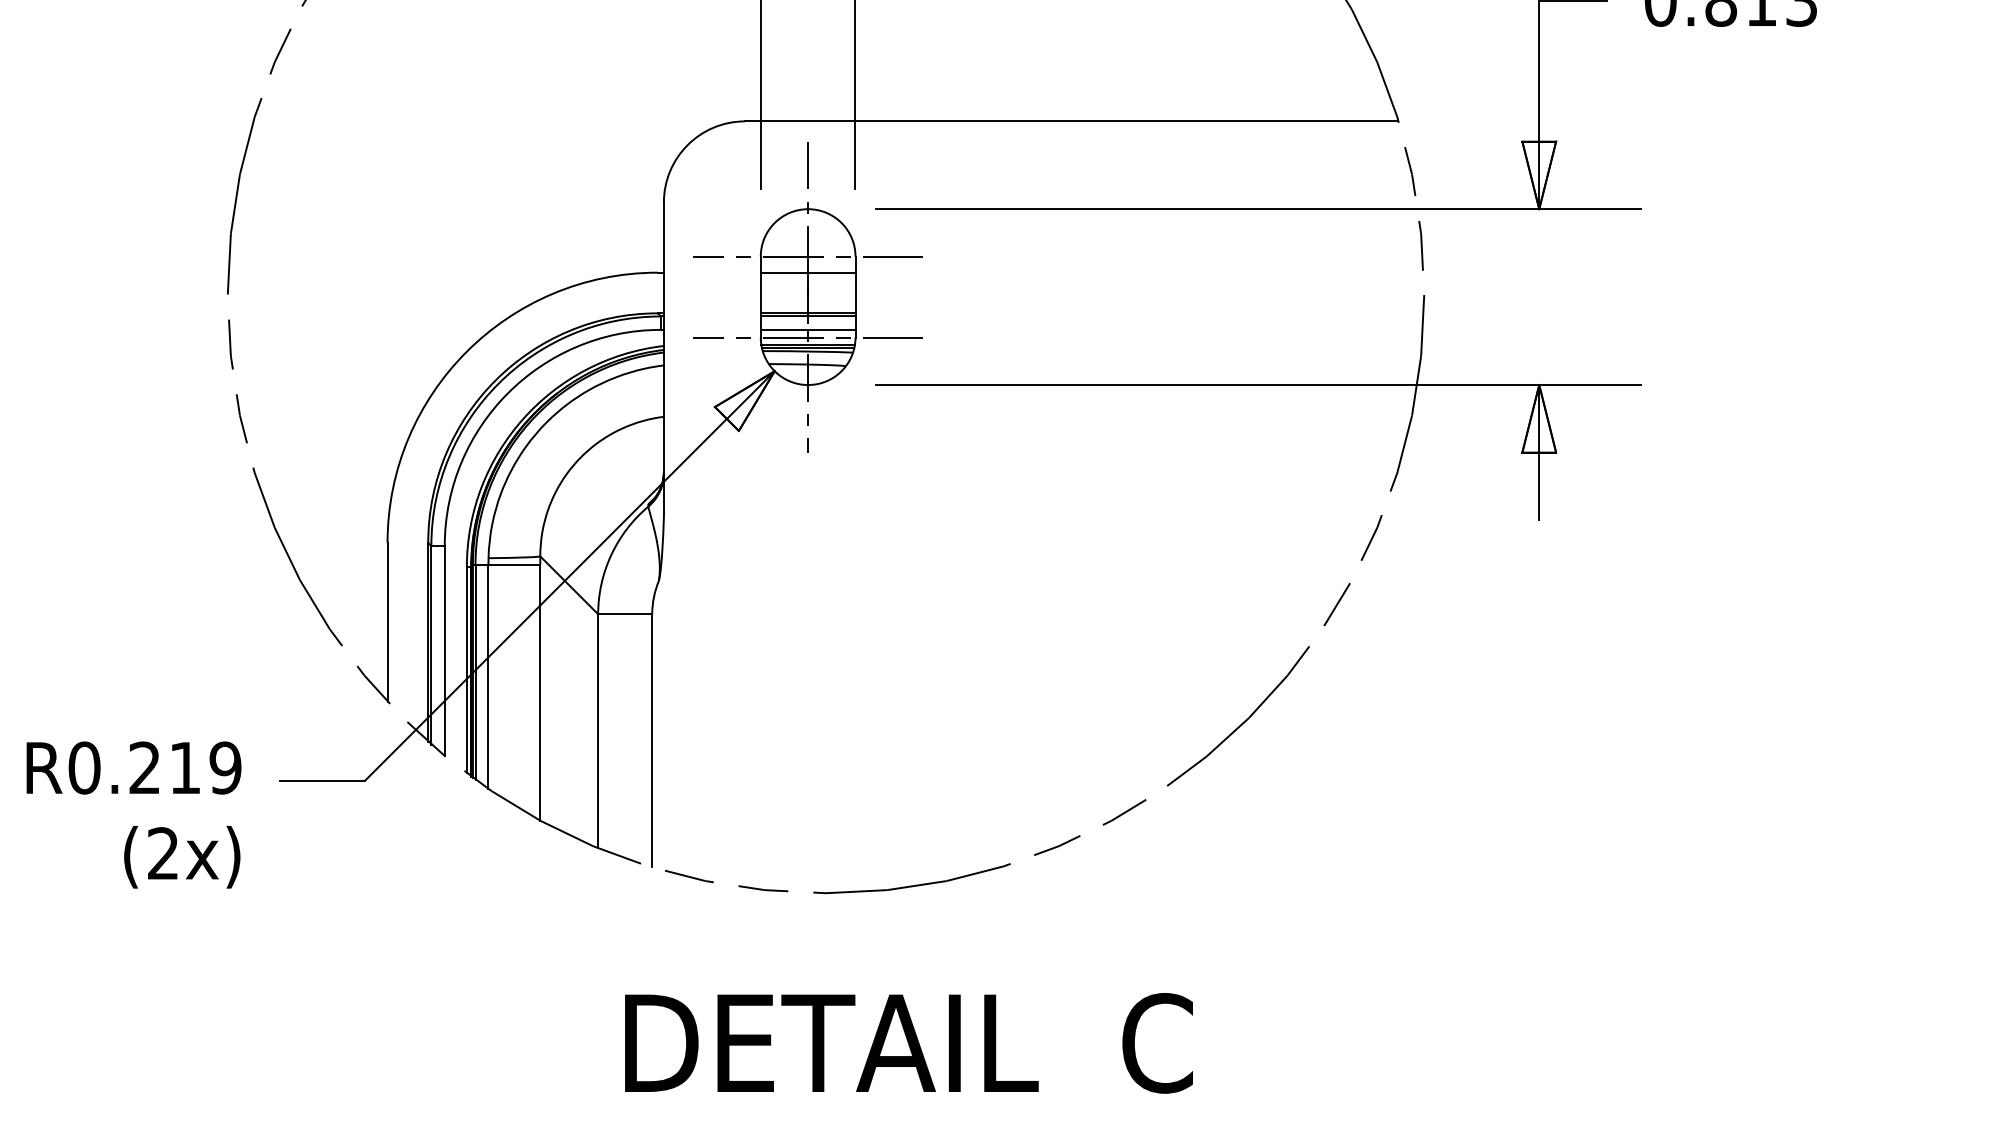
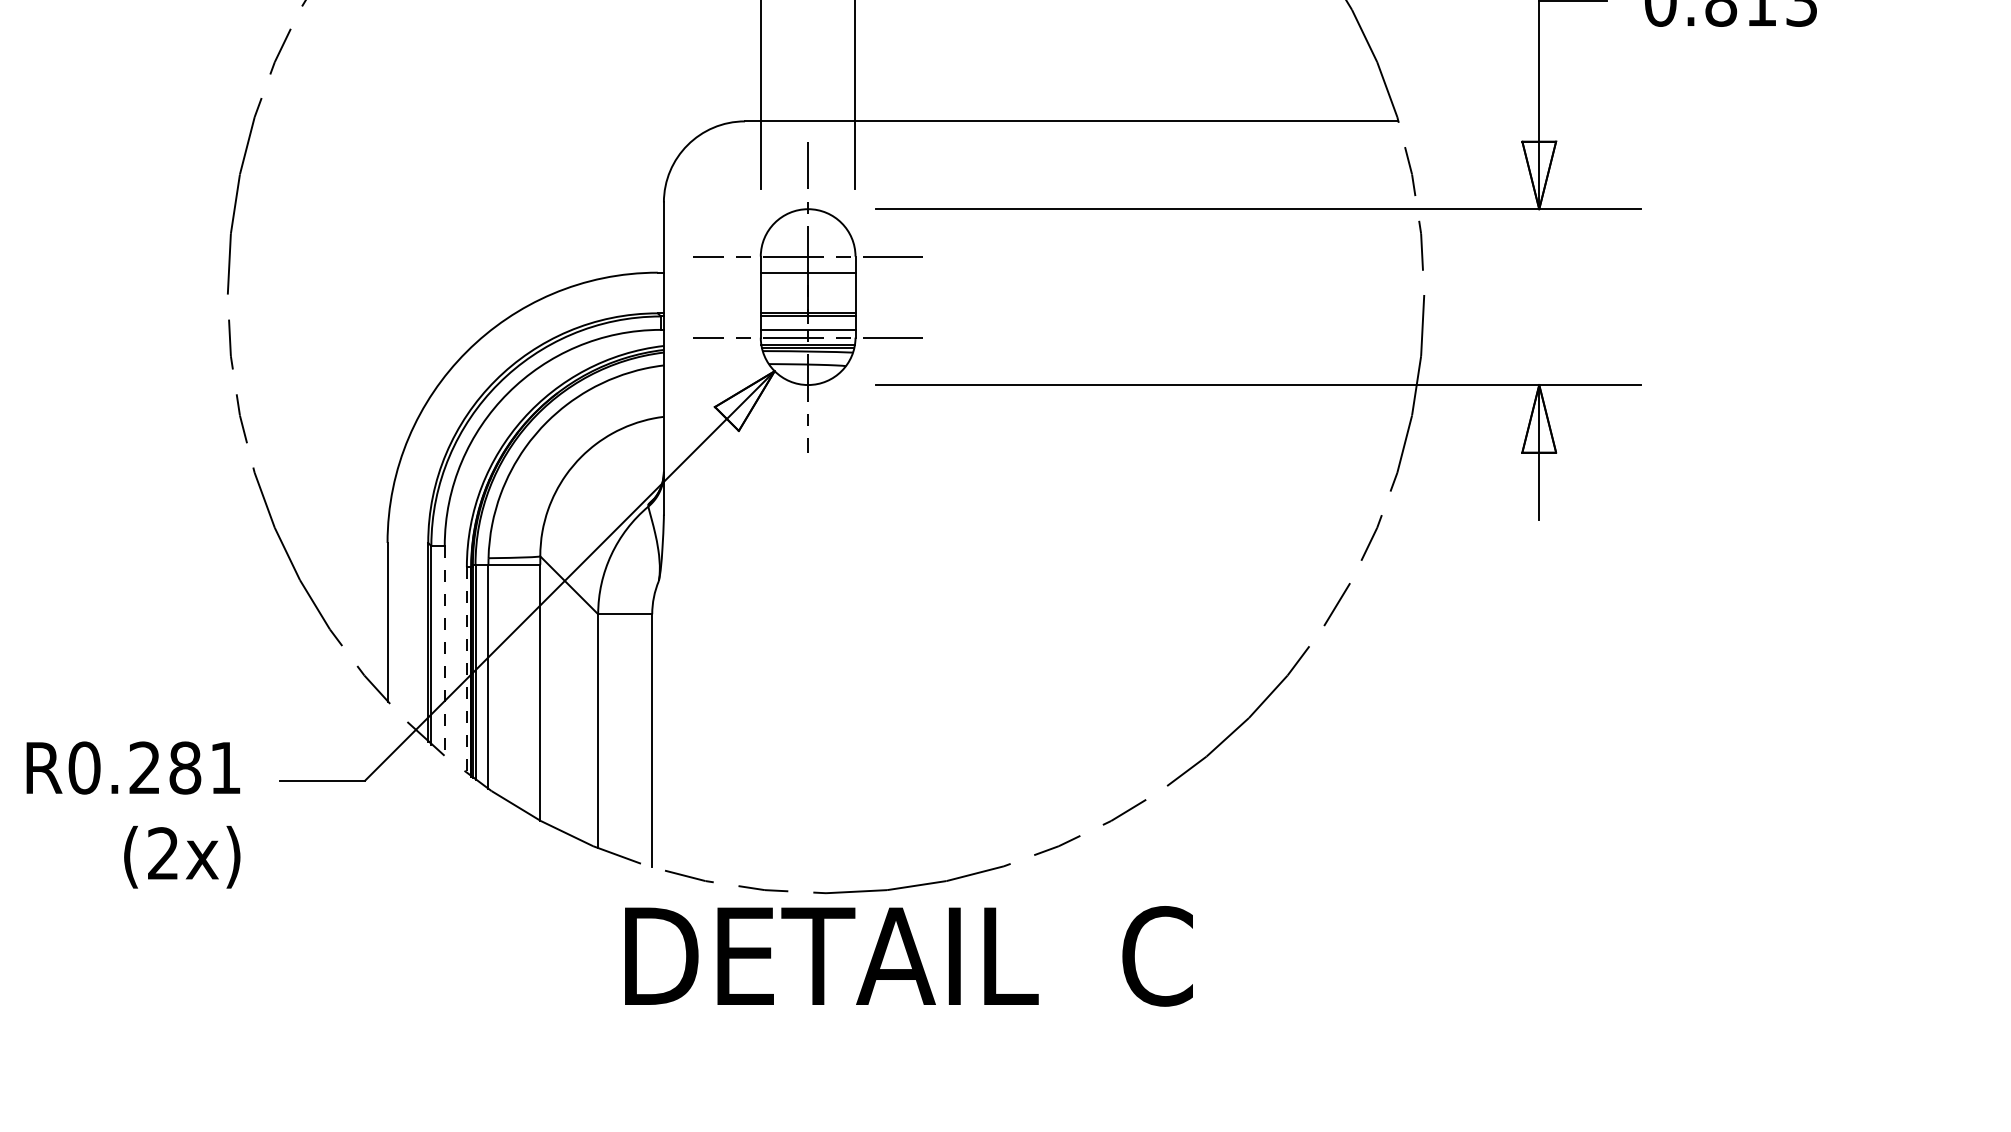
line at (444, 651): solid -> dashed
line at (466, 670): solid -> dashed
text at (205, 767): R0.219 -> R0.281
text at (908, 1043) position: (908, 1043) -> (908, 956)
